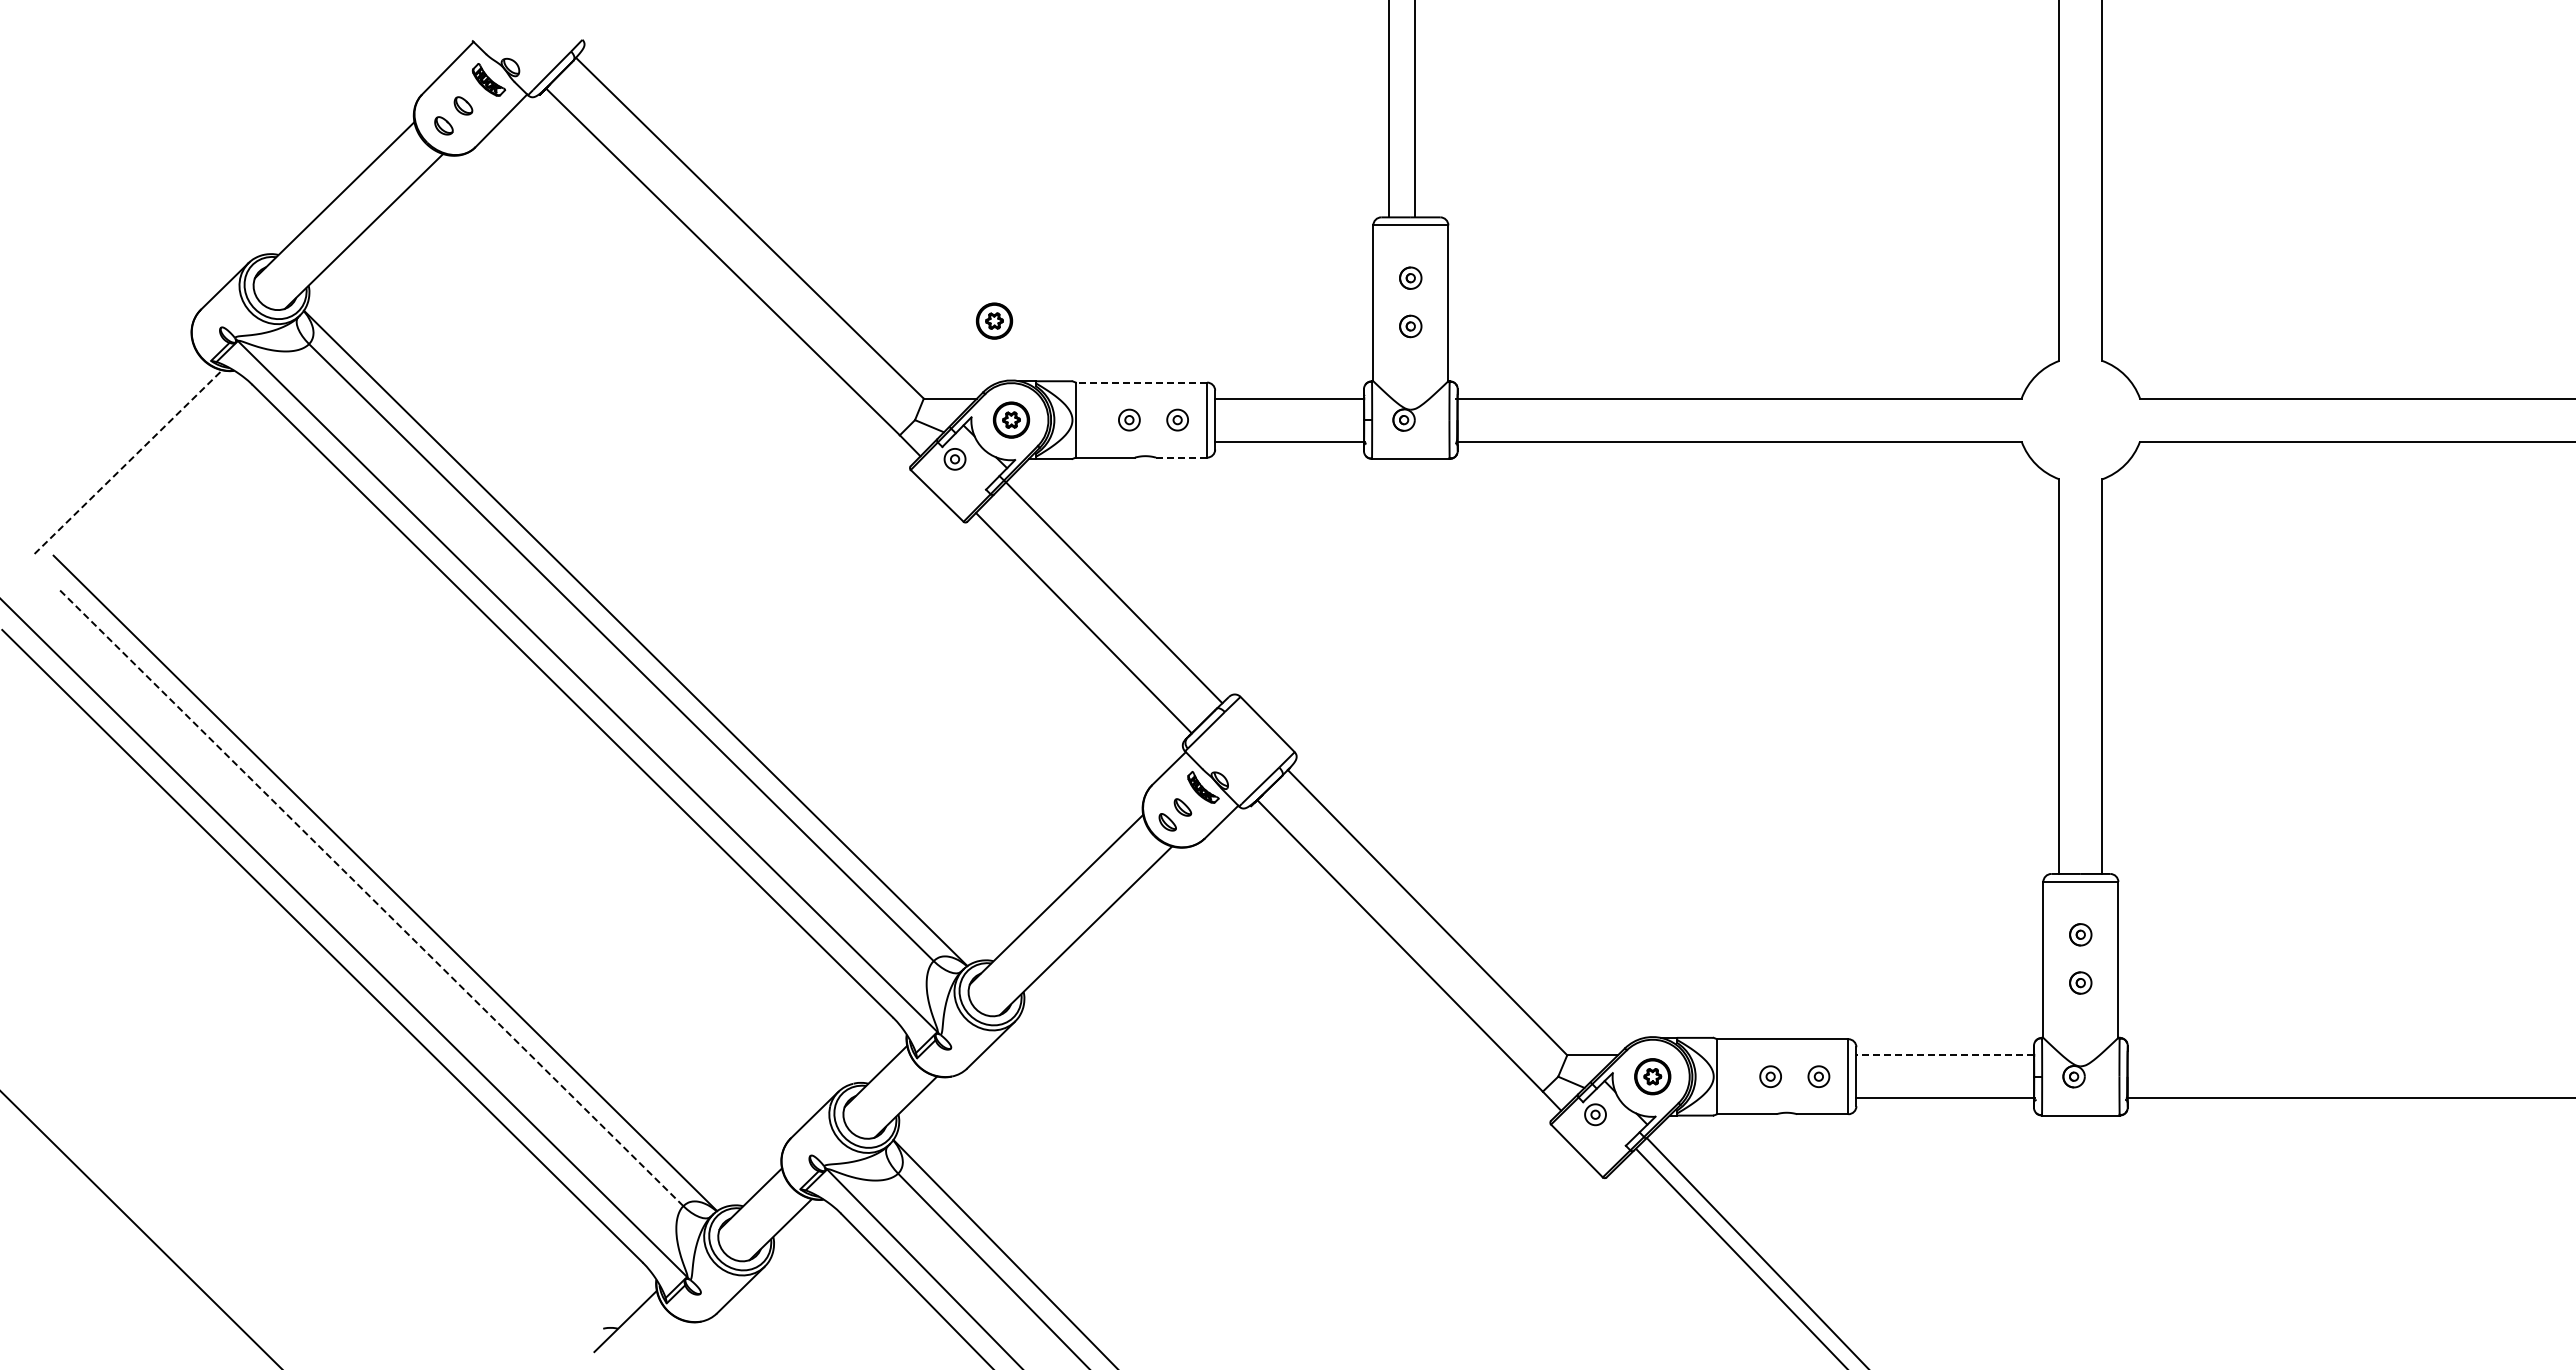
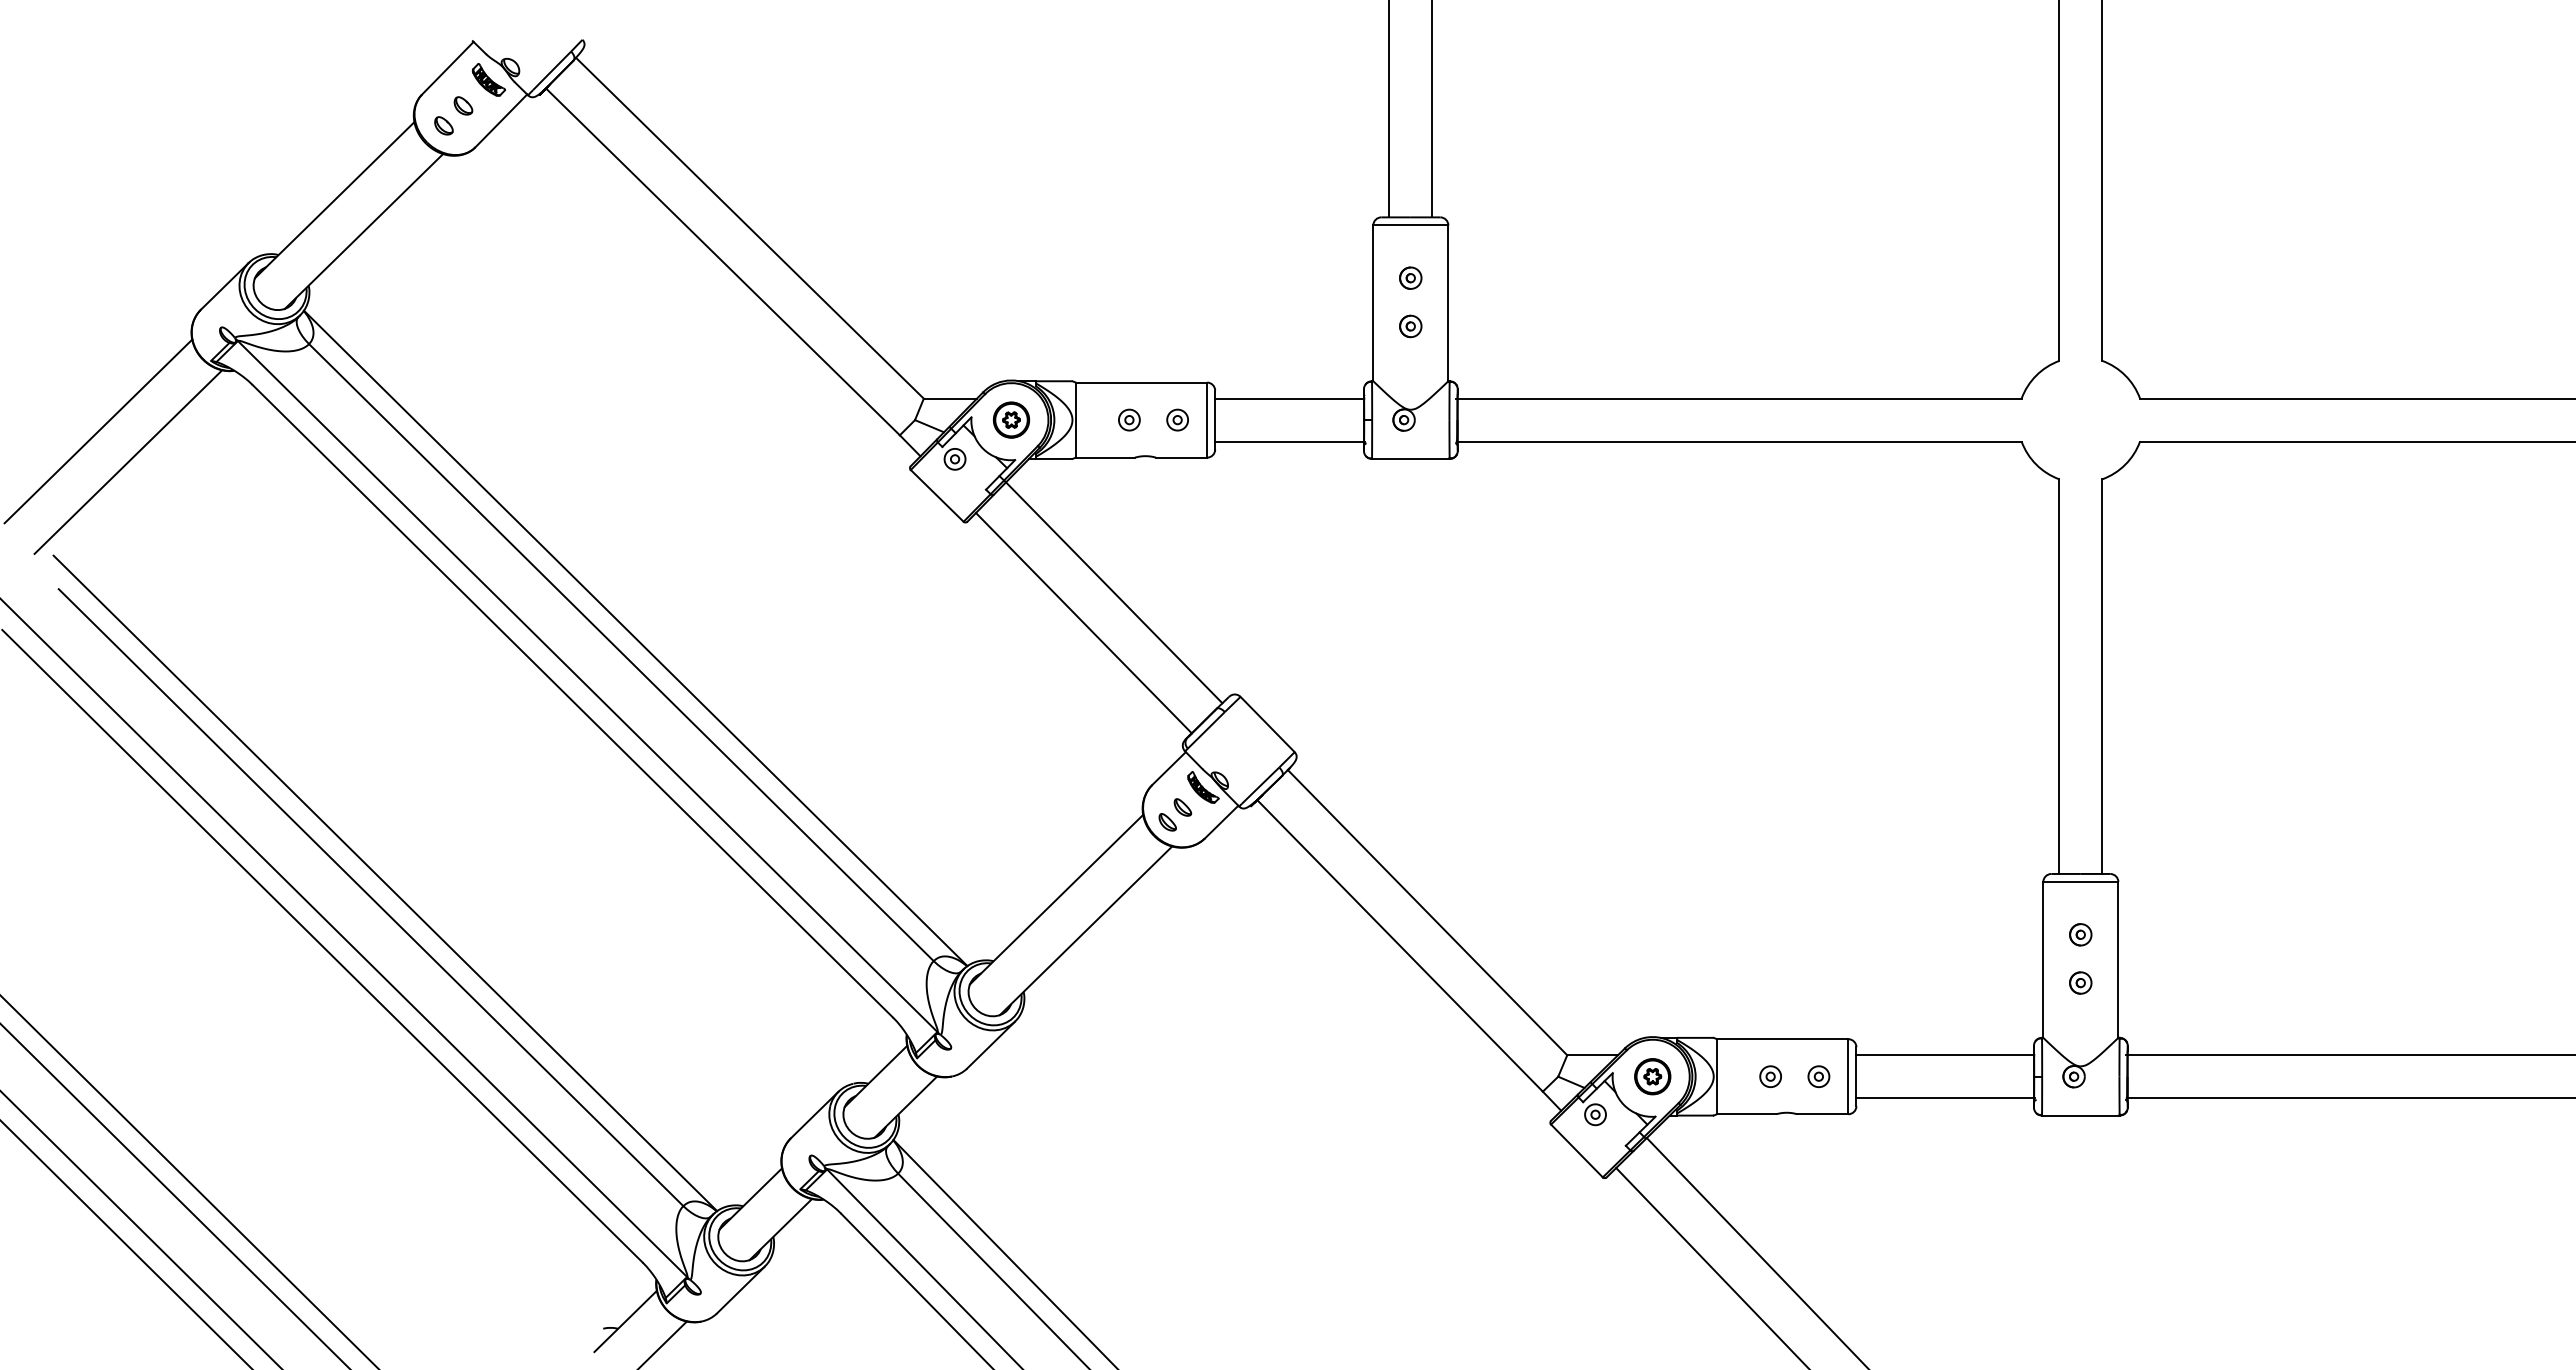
line at (1415, 109) position: (1415, 109) -> (1432, 109)
part at (994, 320): present -> none
line at (1141, 382): dashed -> solid
line at (98, 431): none -> present
line at (1181, 457): dashed -> solid
line at (128, 461): dashed -> solid
line at (371, 897): dashed -> solid
line at (1945, 1055): dashed -> solid
line at (2349, 1055): none -> present
line at (189, 1181): none -> present
line at (174, 1195): none -> present
line at (125, 1244): none -> present
line at (1740, 1257) position: (1740, 1257) -> (1711, 1267)
line at (663, 1343): none -> present
